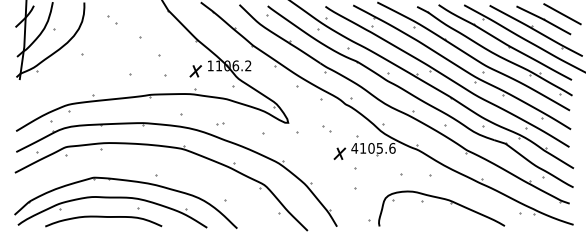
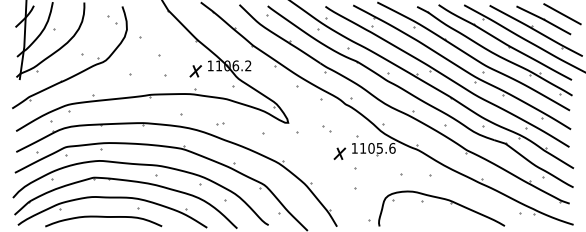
part at (76, 73): none -> present
text at (354, 148): 4105.6 -> 1105.6
part at (140, 165): none -> present
